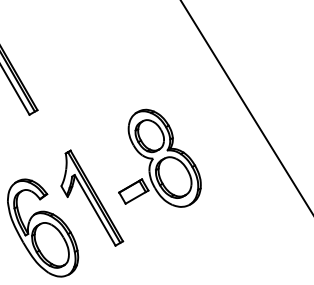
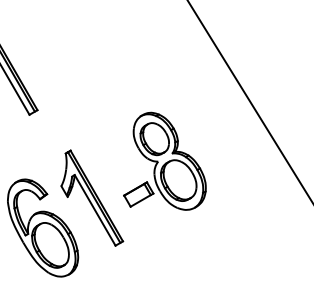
line at (245, 106) position: (245, 106) -> (249, 101)
part at (159, 157) position: (159, 157) -> (164, 160)
